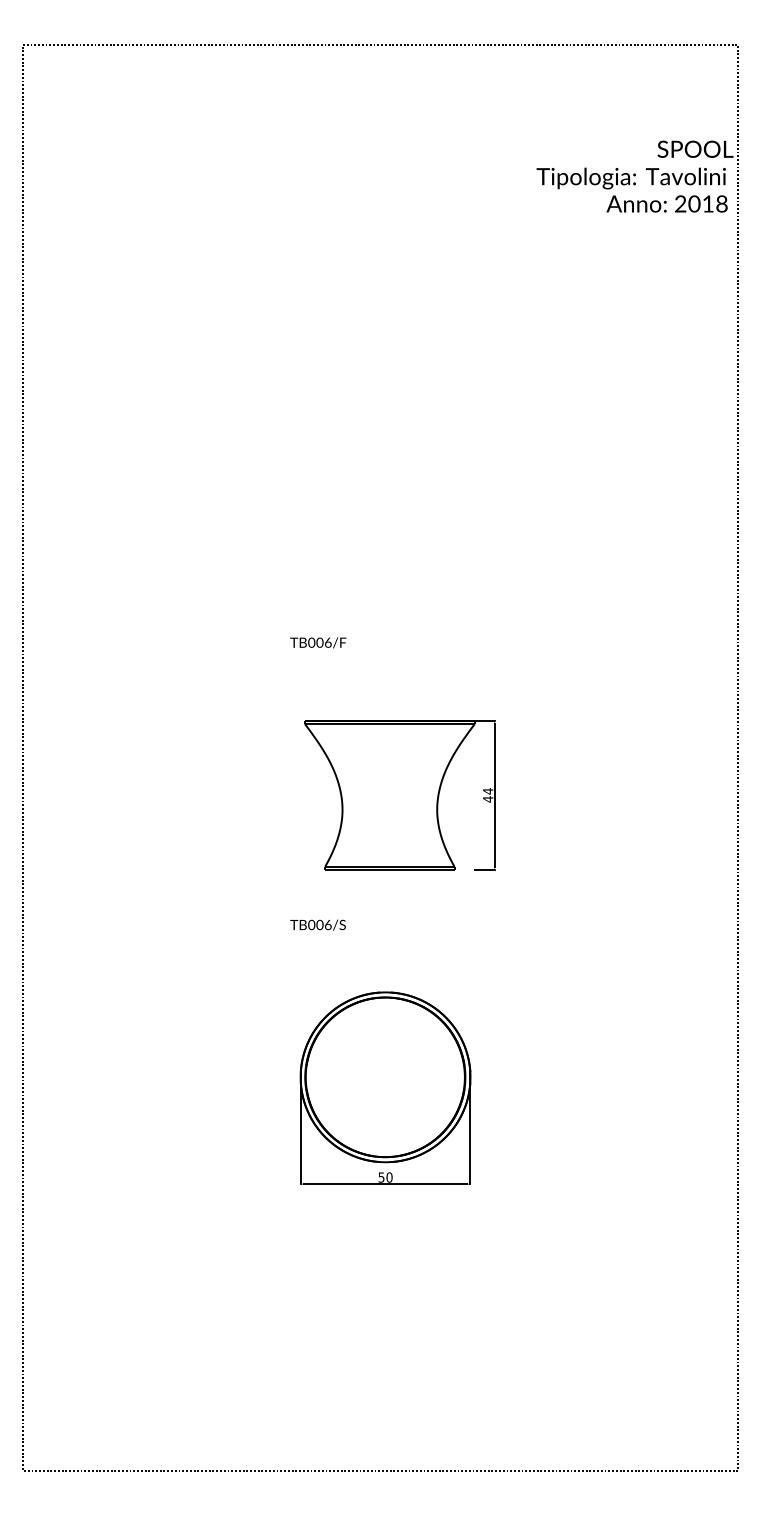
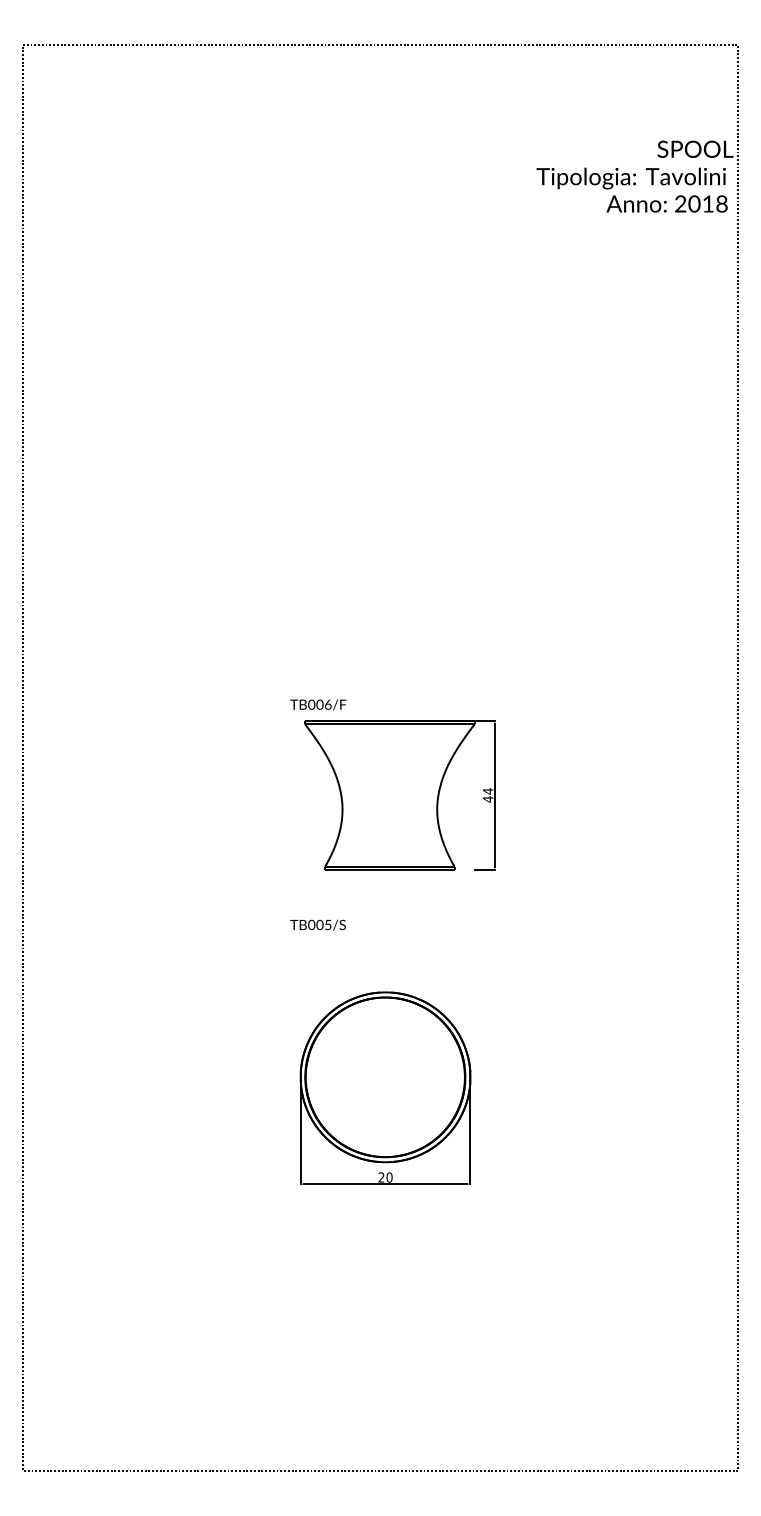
text at (318, 642) position: (318, 642) -> (318, 704)
text at (328, 924): TB006/S -> TB005/S
text at (381, 1177): 50 -> 20
